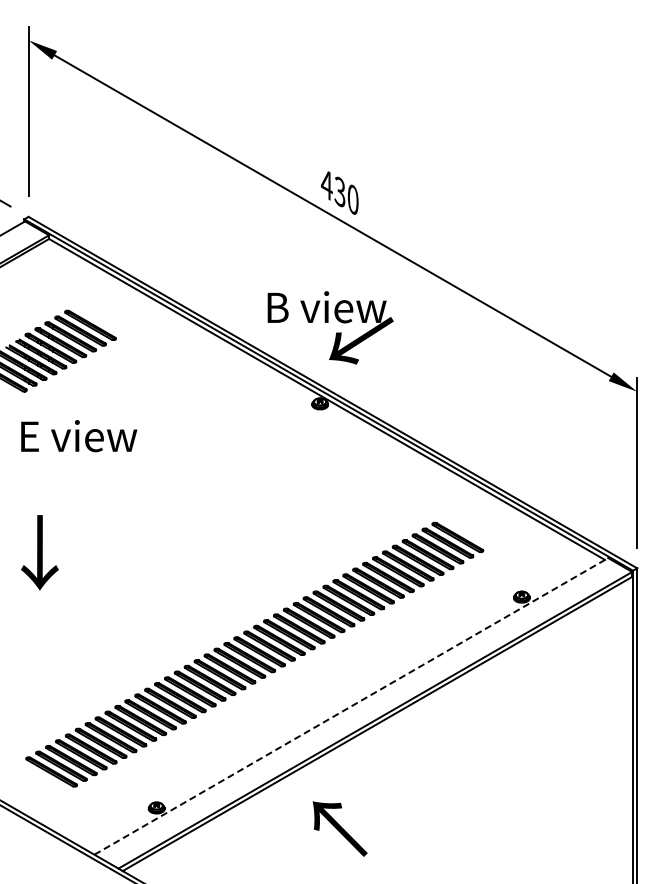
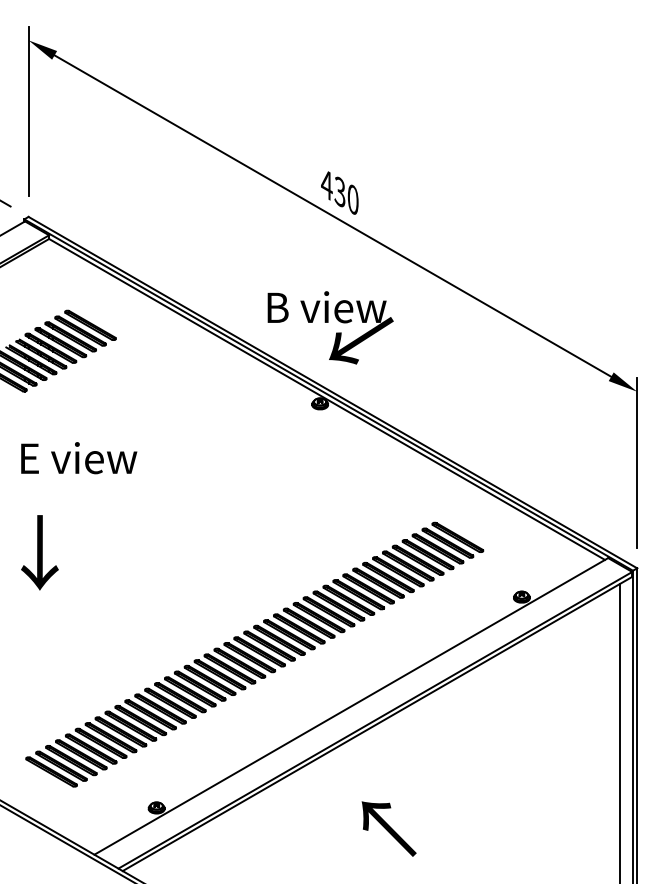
text at (79, 436) position: (79, 436) -> (79, 458)
line at (351, 706): dashed -> solid
line at (620, 731): none -> present
text at (339, 828) position: (339, 828) -> (388, 828)
